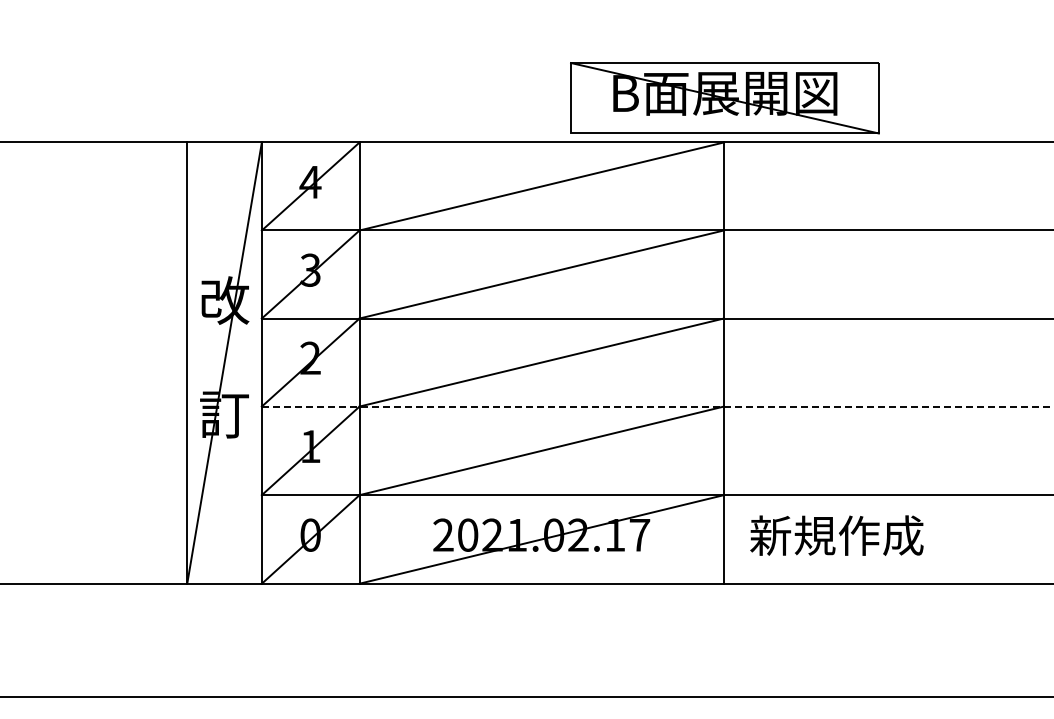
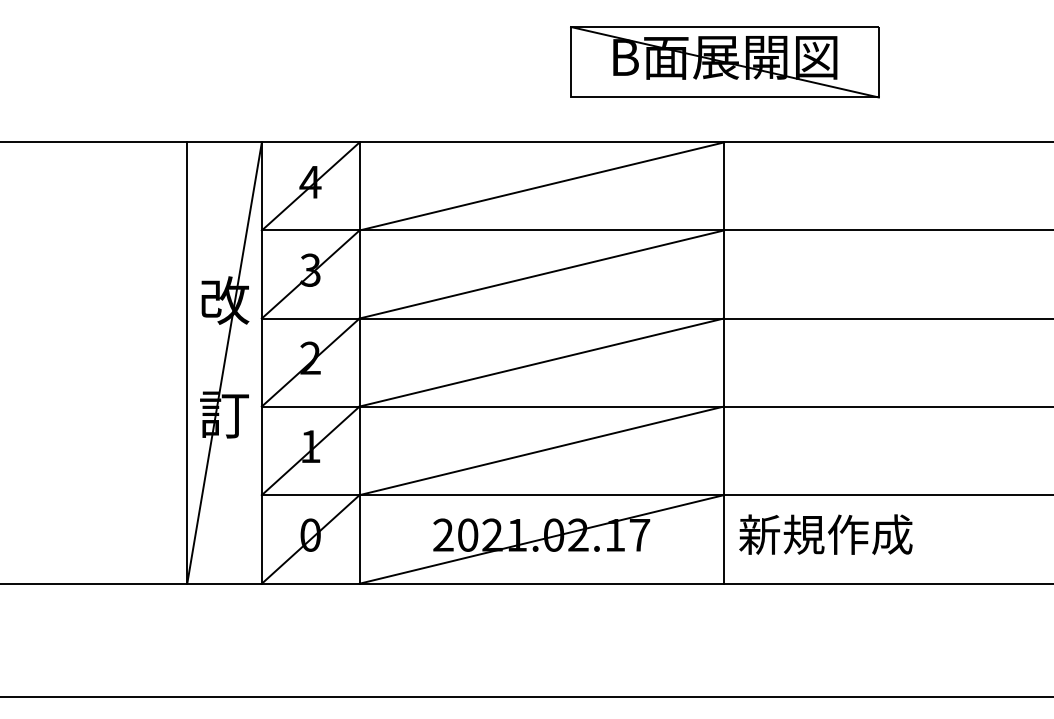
part at (724, 98) position: (724, 98) -> (724, 62)
line at (657, 406): dashed -> solid
text at (836, 535) position: (836, 535) -> (825, 534)
